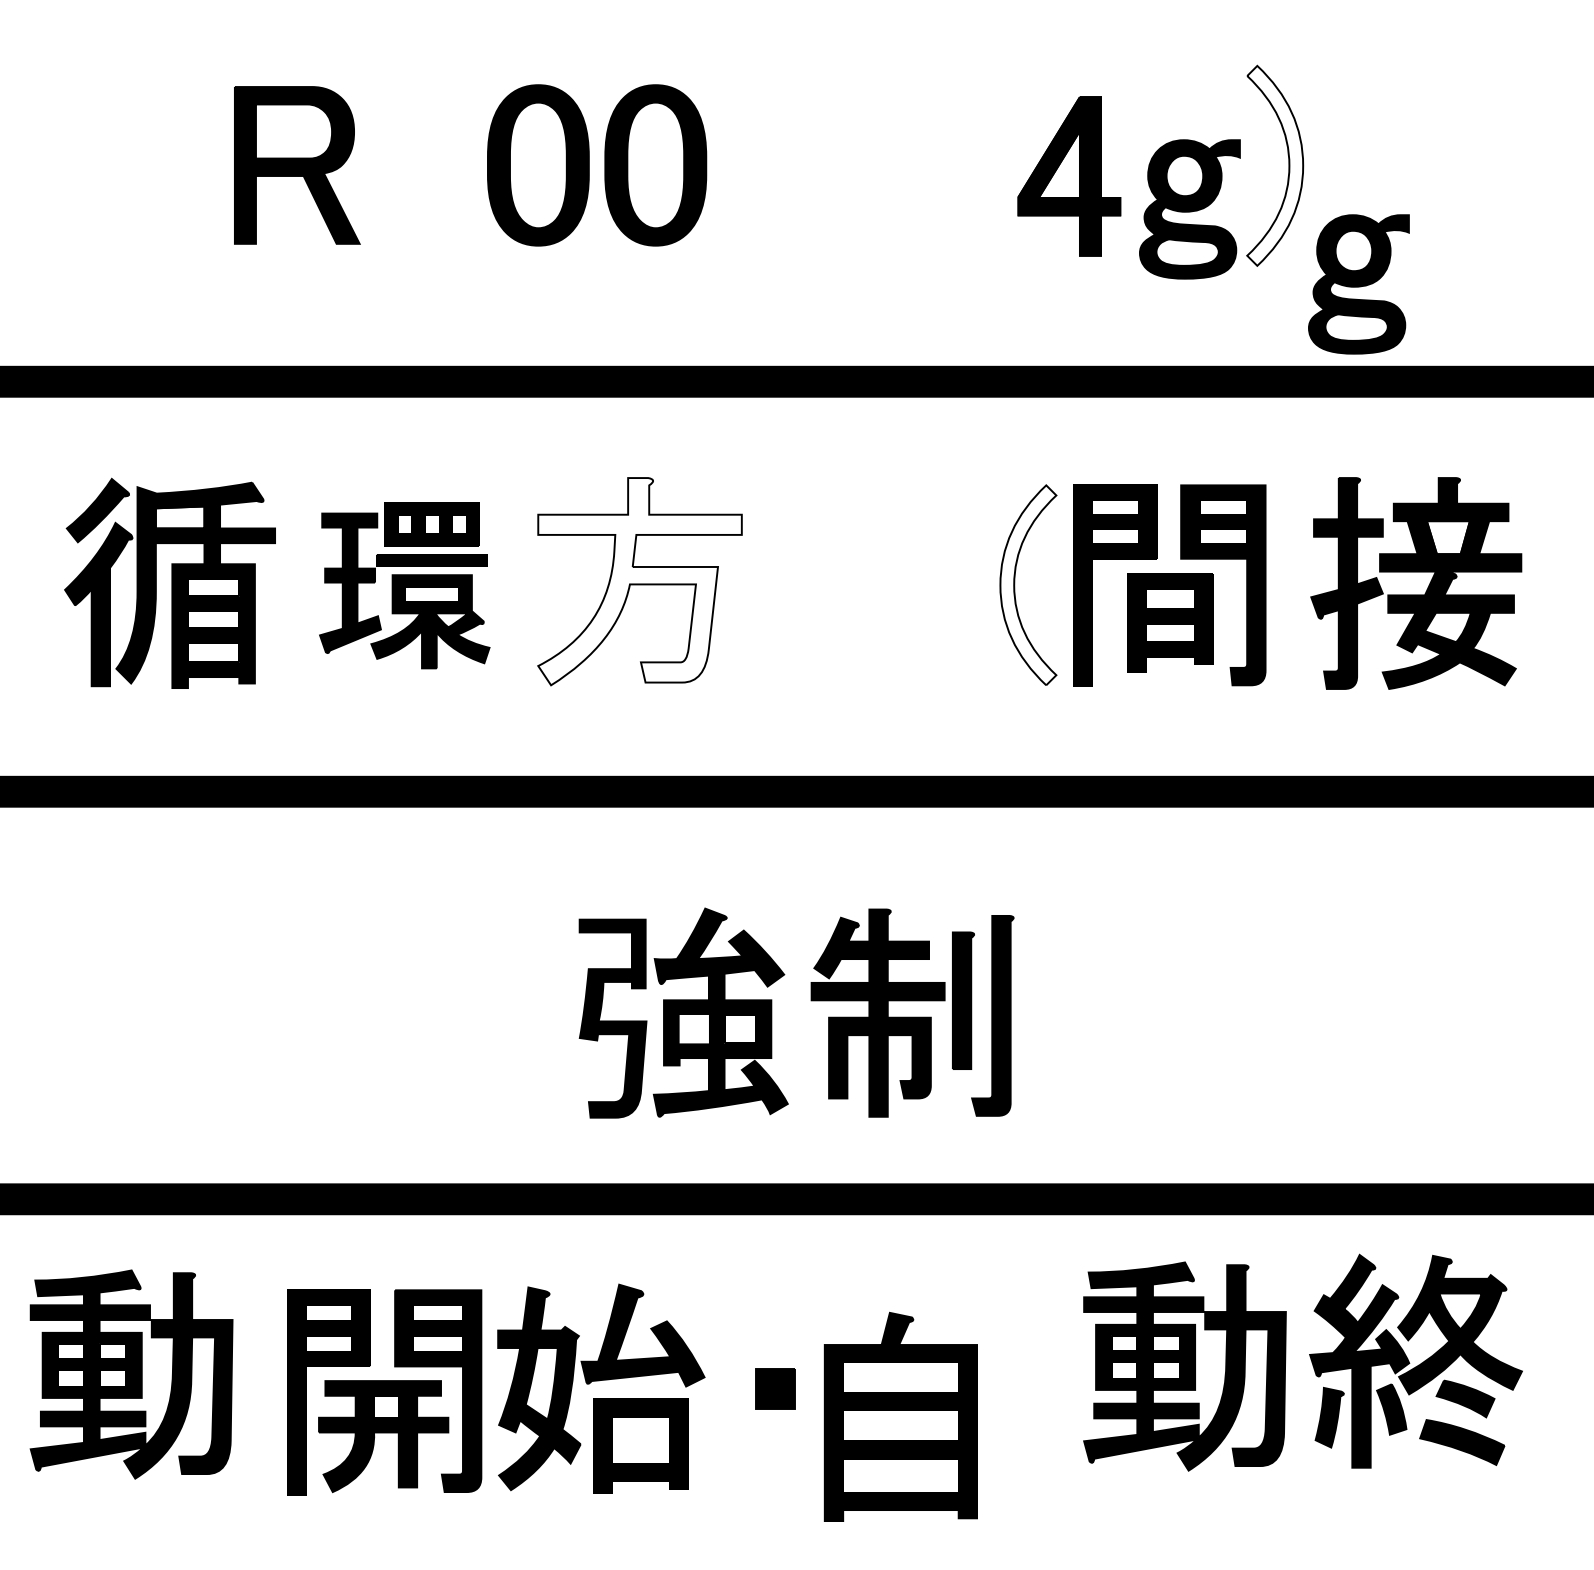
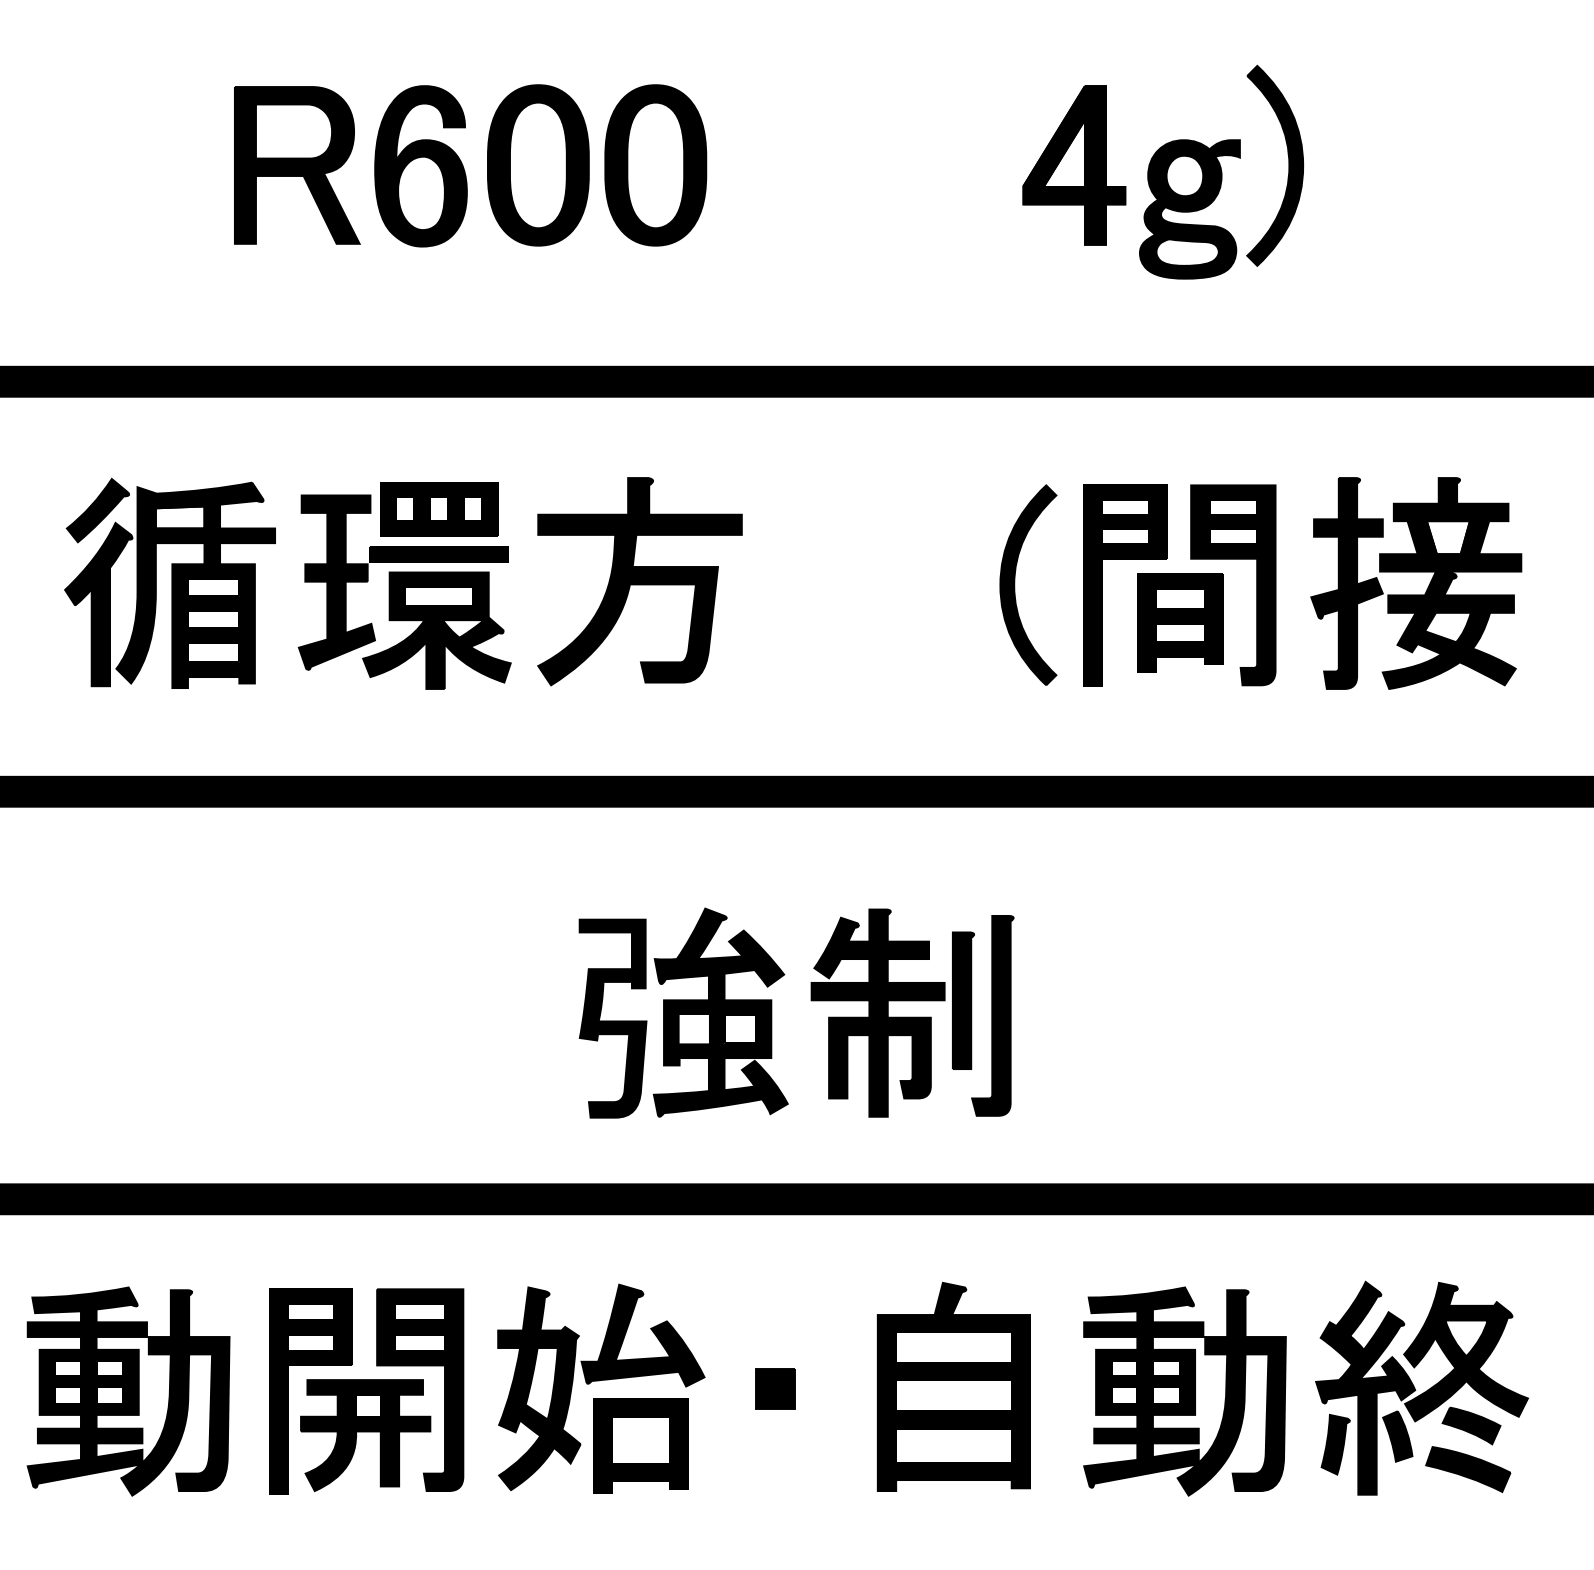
fill at (1275, 165): none -> present
part at (420, 166): none -> present
part at (1069, 176) position: (1069, 176) -> (1074, 165)
part at (1358, 284): present -> none
fill at (639, 581): none -> present
part at (404, 585) size: 172x168 px -> 215x208 px
fill at (1028, 585): none -> present
part at (1169, 585) position: (1169, 585) -> (1179, 585)
part at (1415, 1360) position: (1415, 1360) -> (1421, 1387)
part at (1184, 1366) position: (1184, 1366) -> (1184, 1391)
part at (131, 1374) position: (131, 1374) -> (128, 1391)
part at (384, 1392) position: (384, 1392) -> (366, 1391)
part at (900, 1416) position: (900, 1416) -> (953, 1386)
